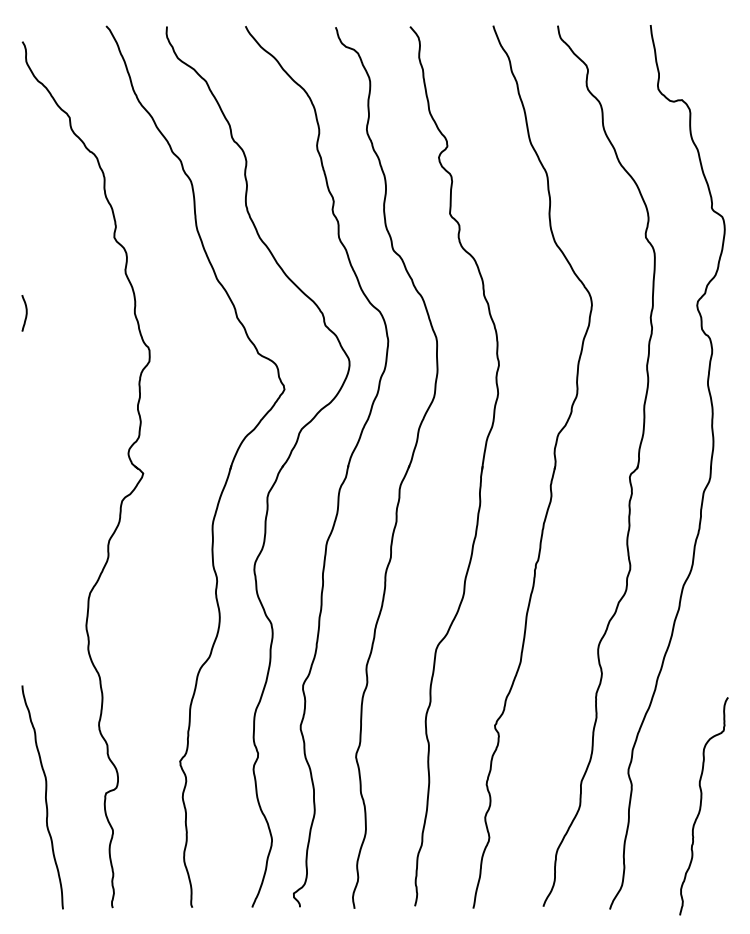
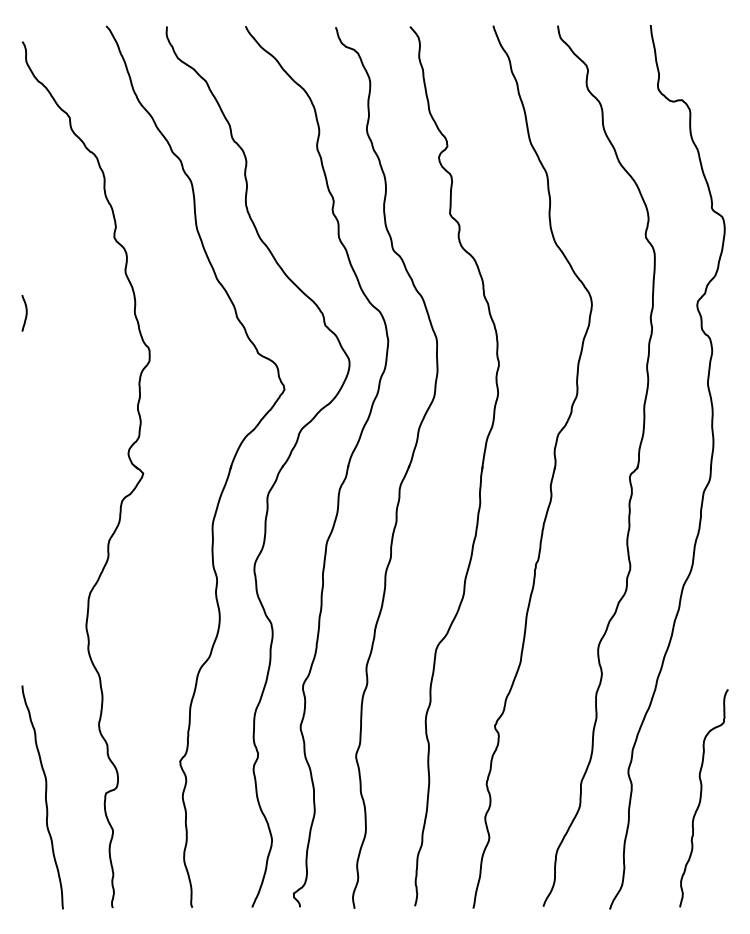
curve at (701, 806) position: (701, 806) -> (701, 798)
